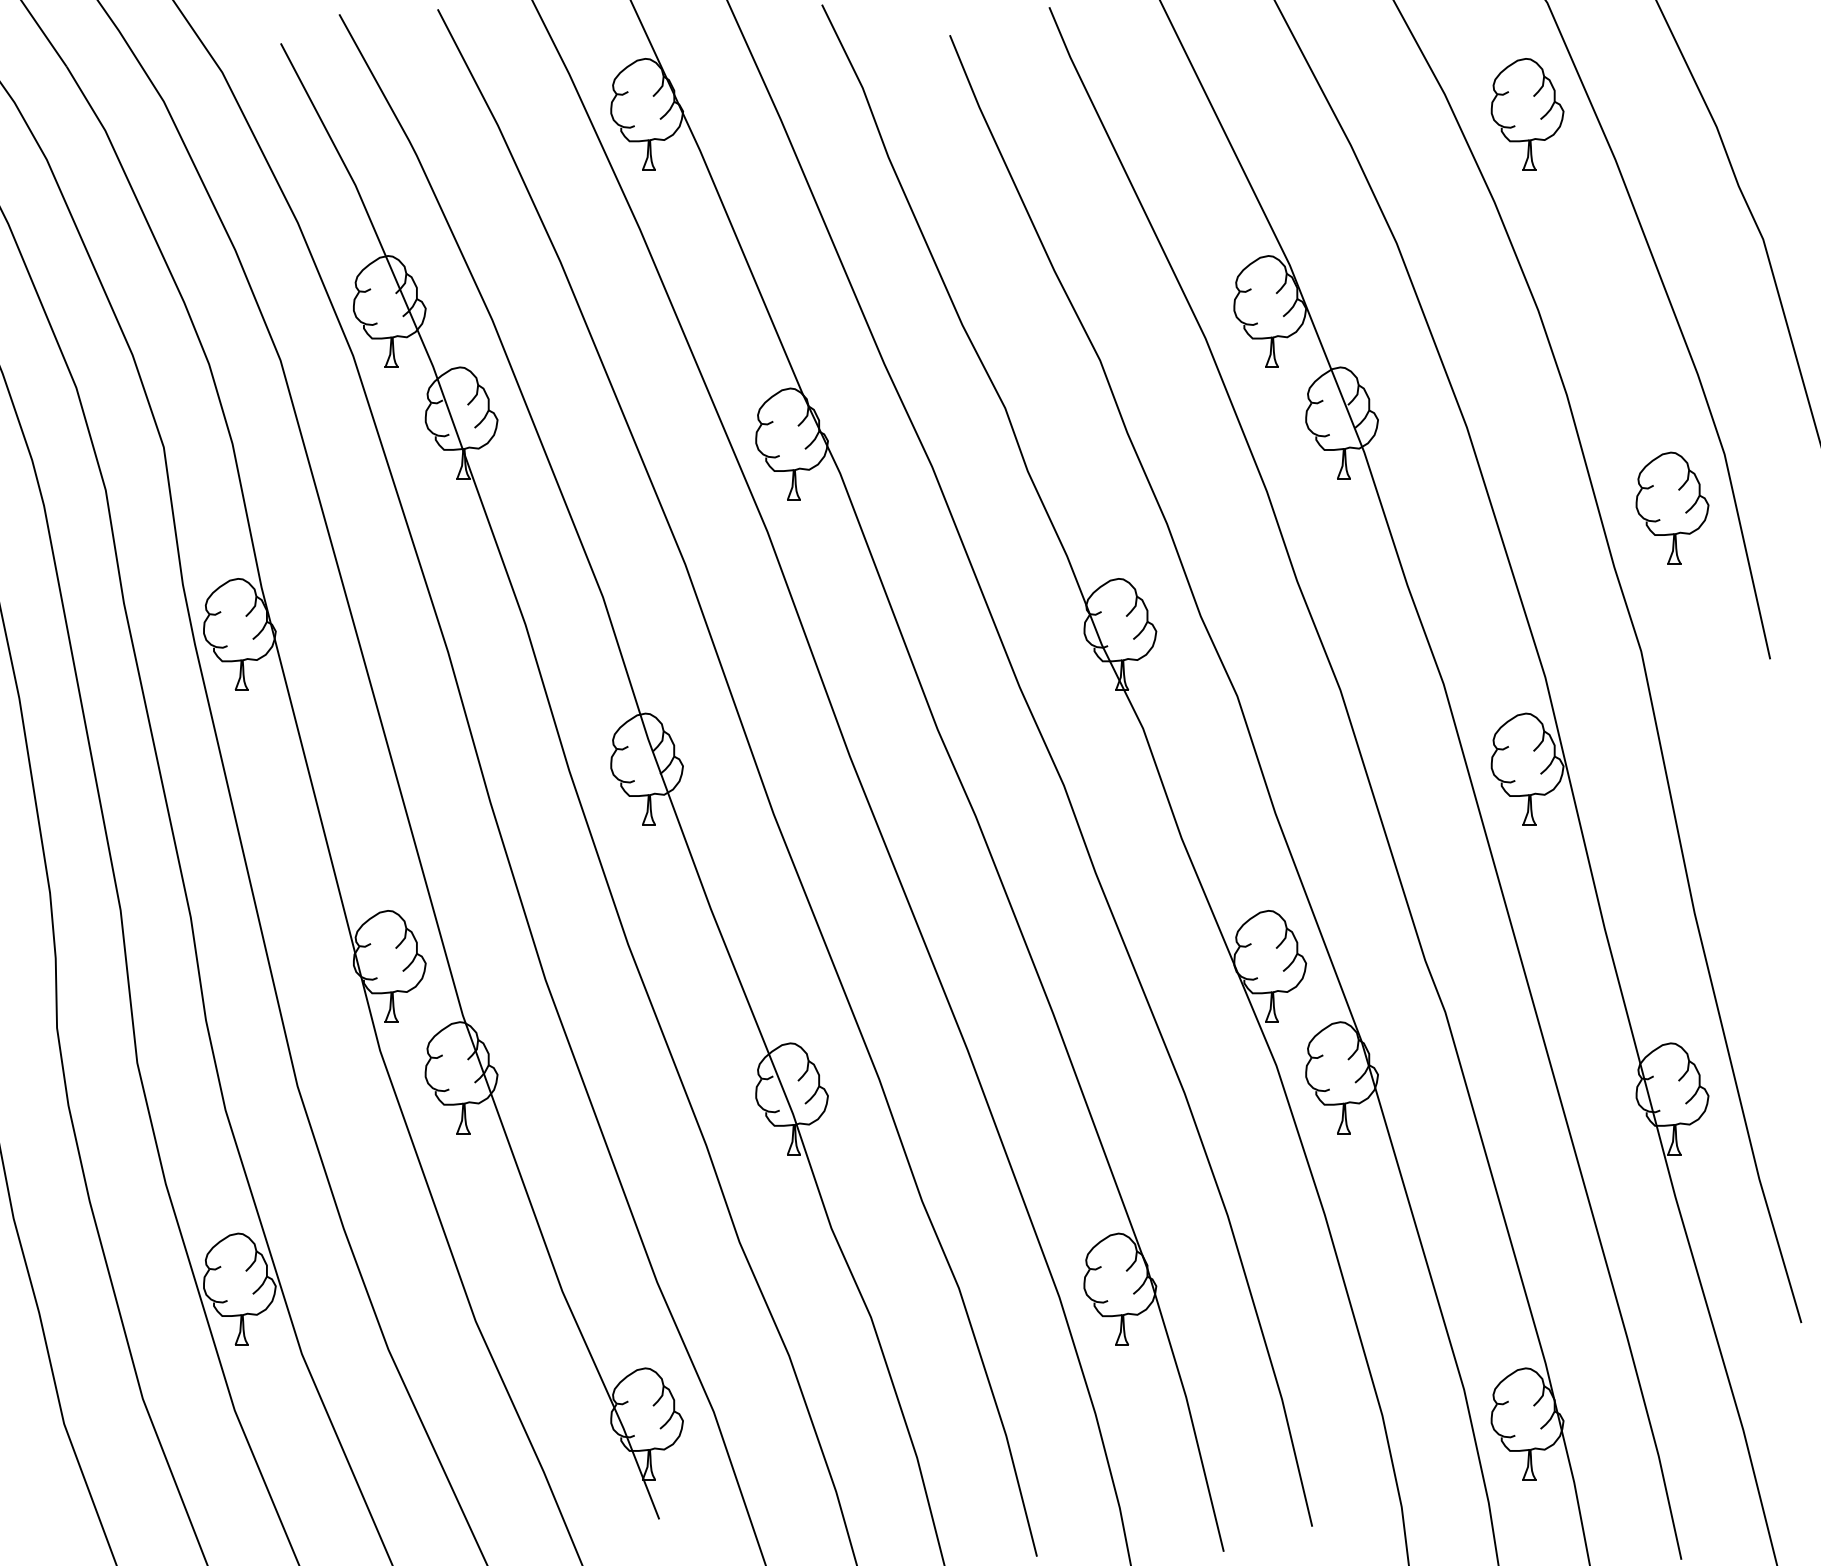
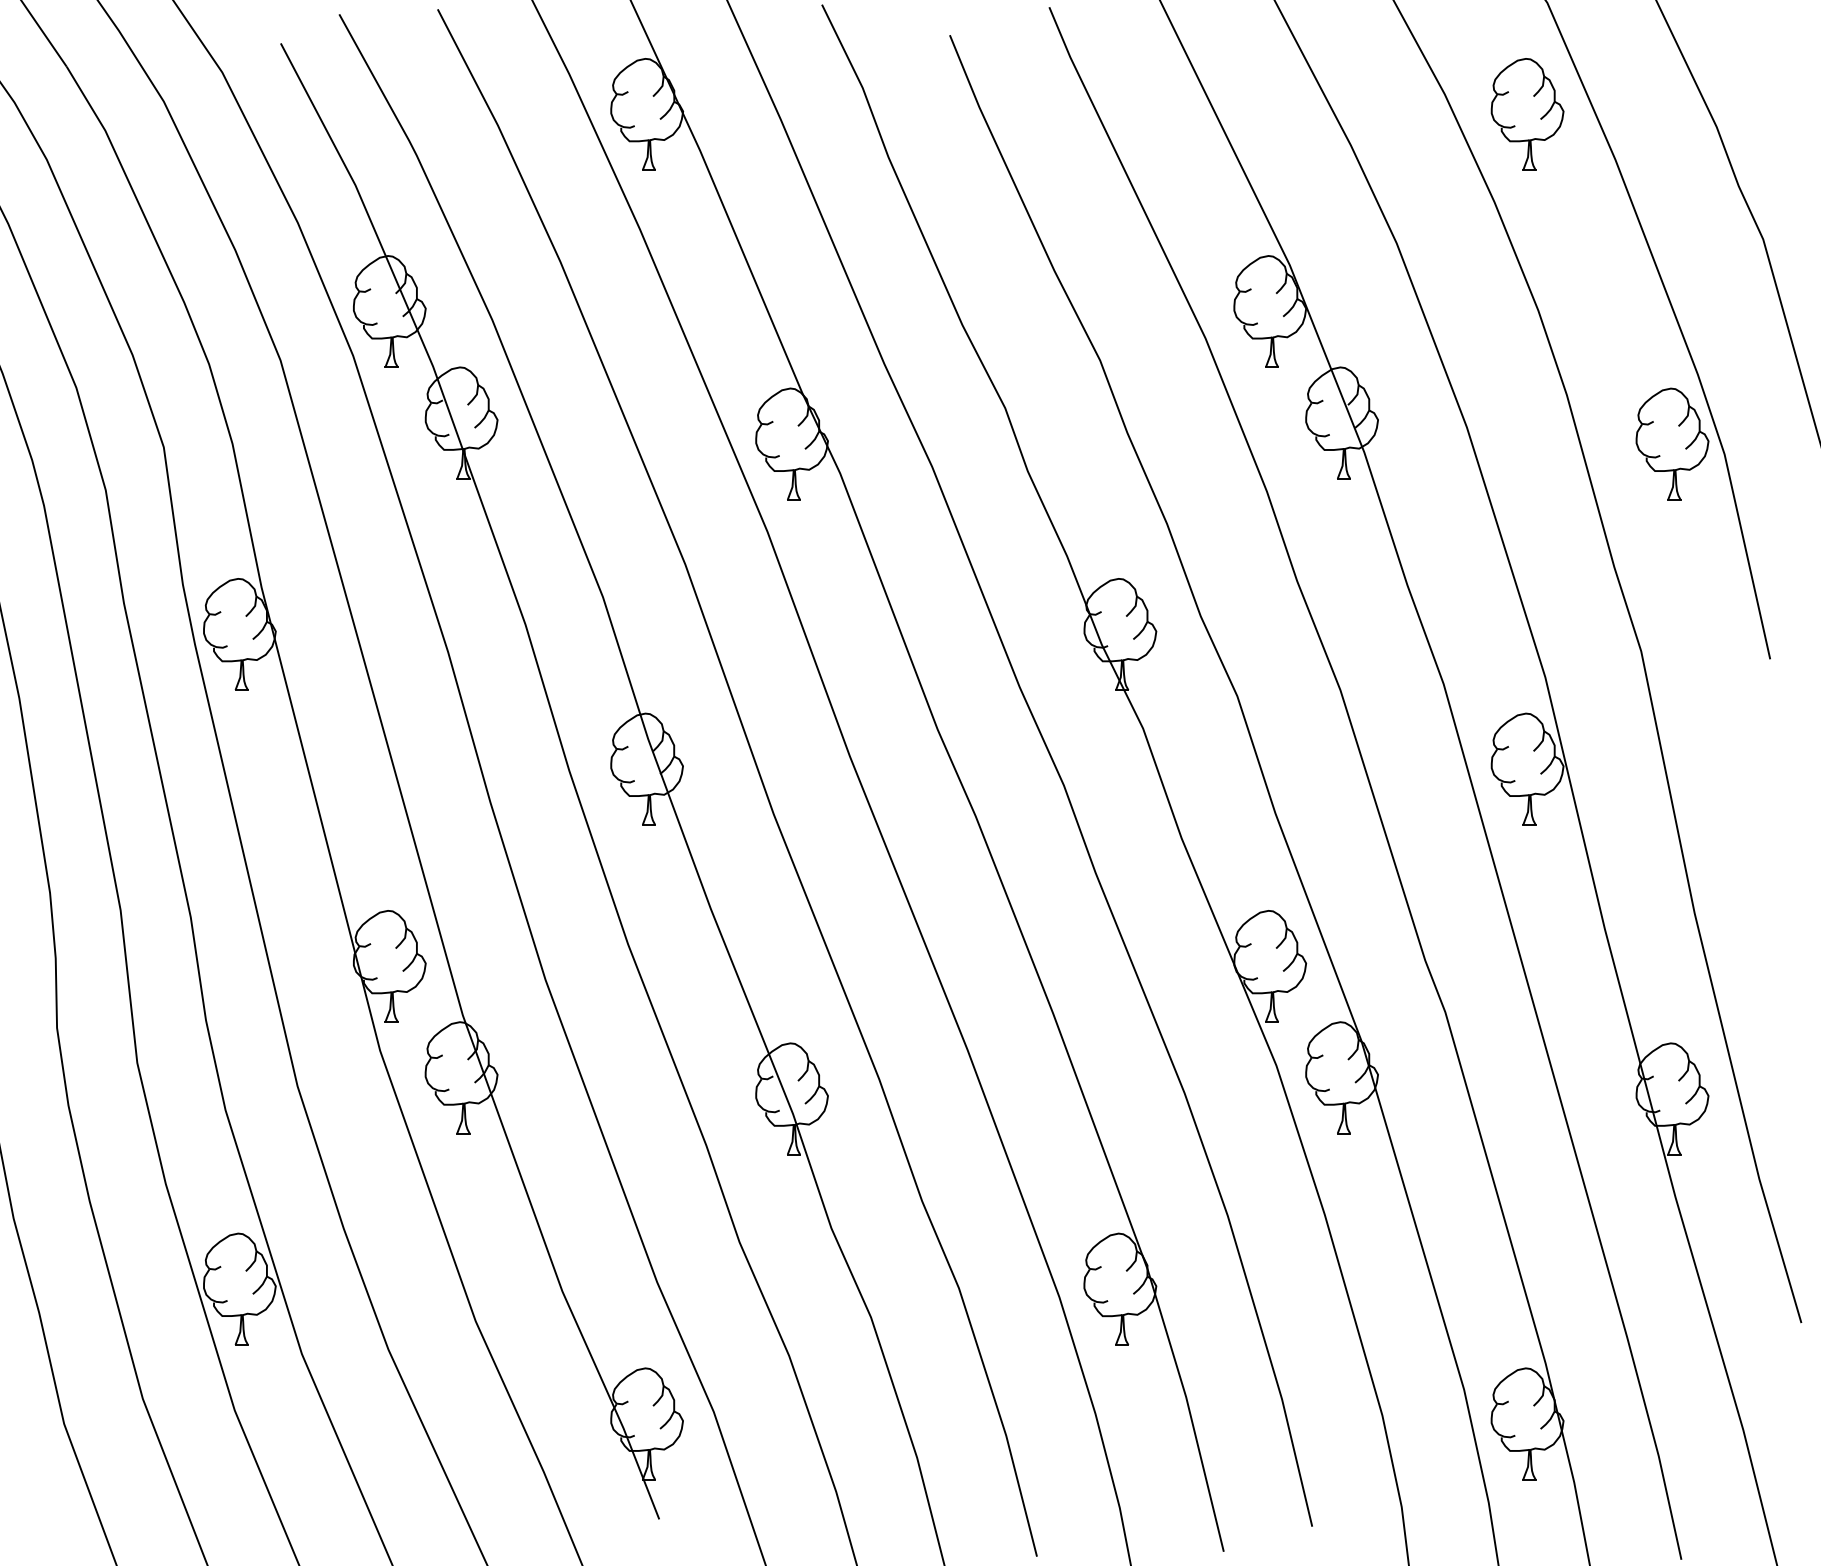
part at (1672, 507) position: (1672, 507) -> (1672, 443)
